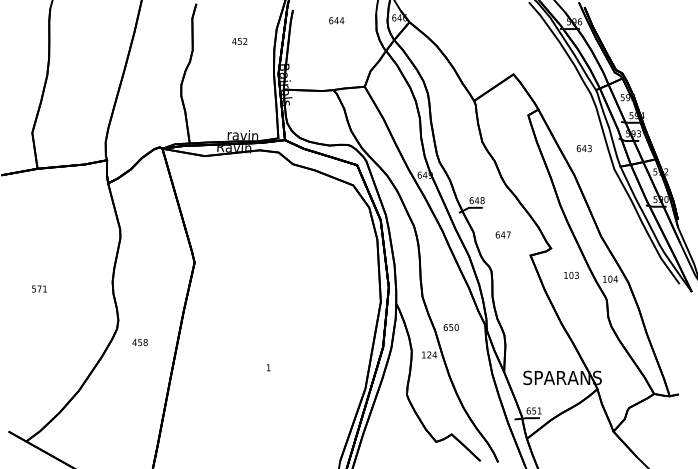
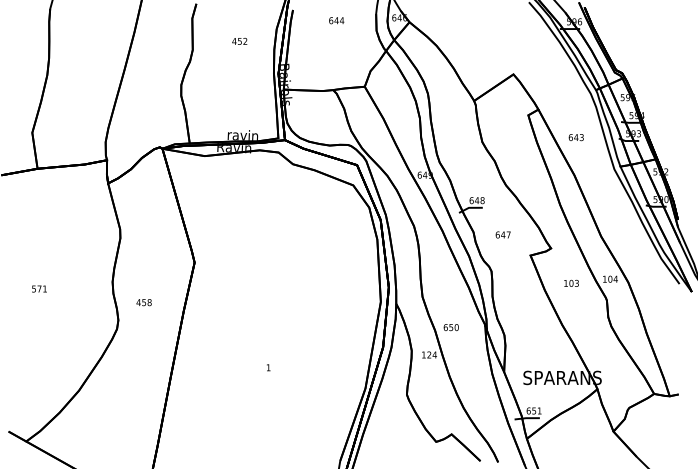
text at (583, 148) position: (583, 148) -> (575, 137)
text at (571, 274) position: (571, 274) -> (571, 282)
text at (139, 342) position: (139, 342) -> (143, 302)
